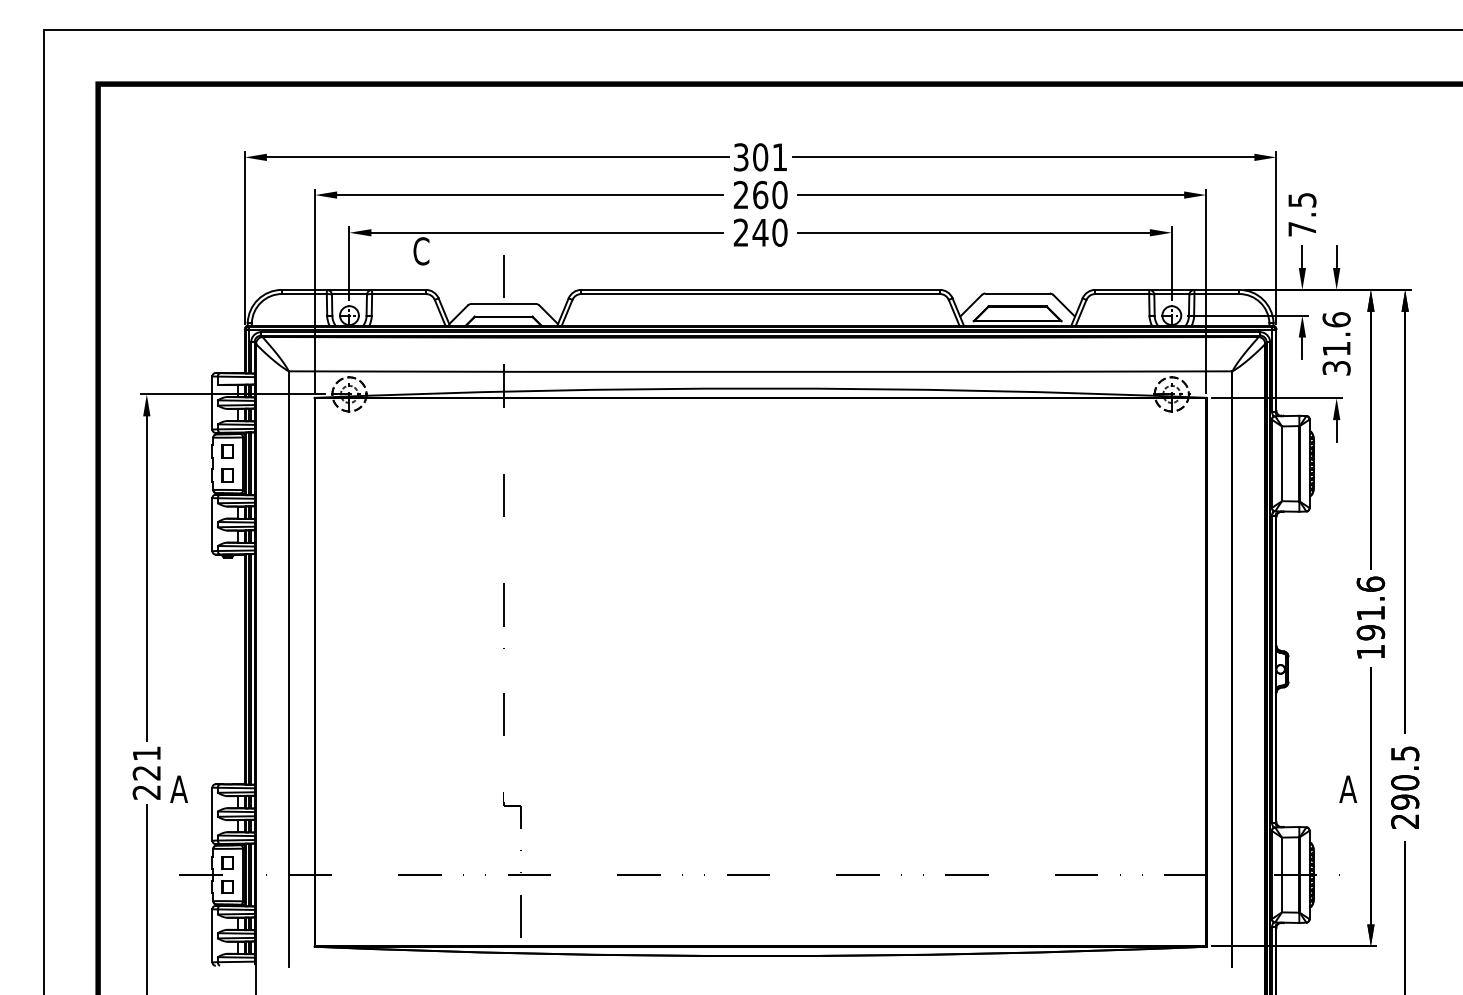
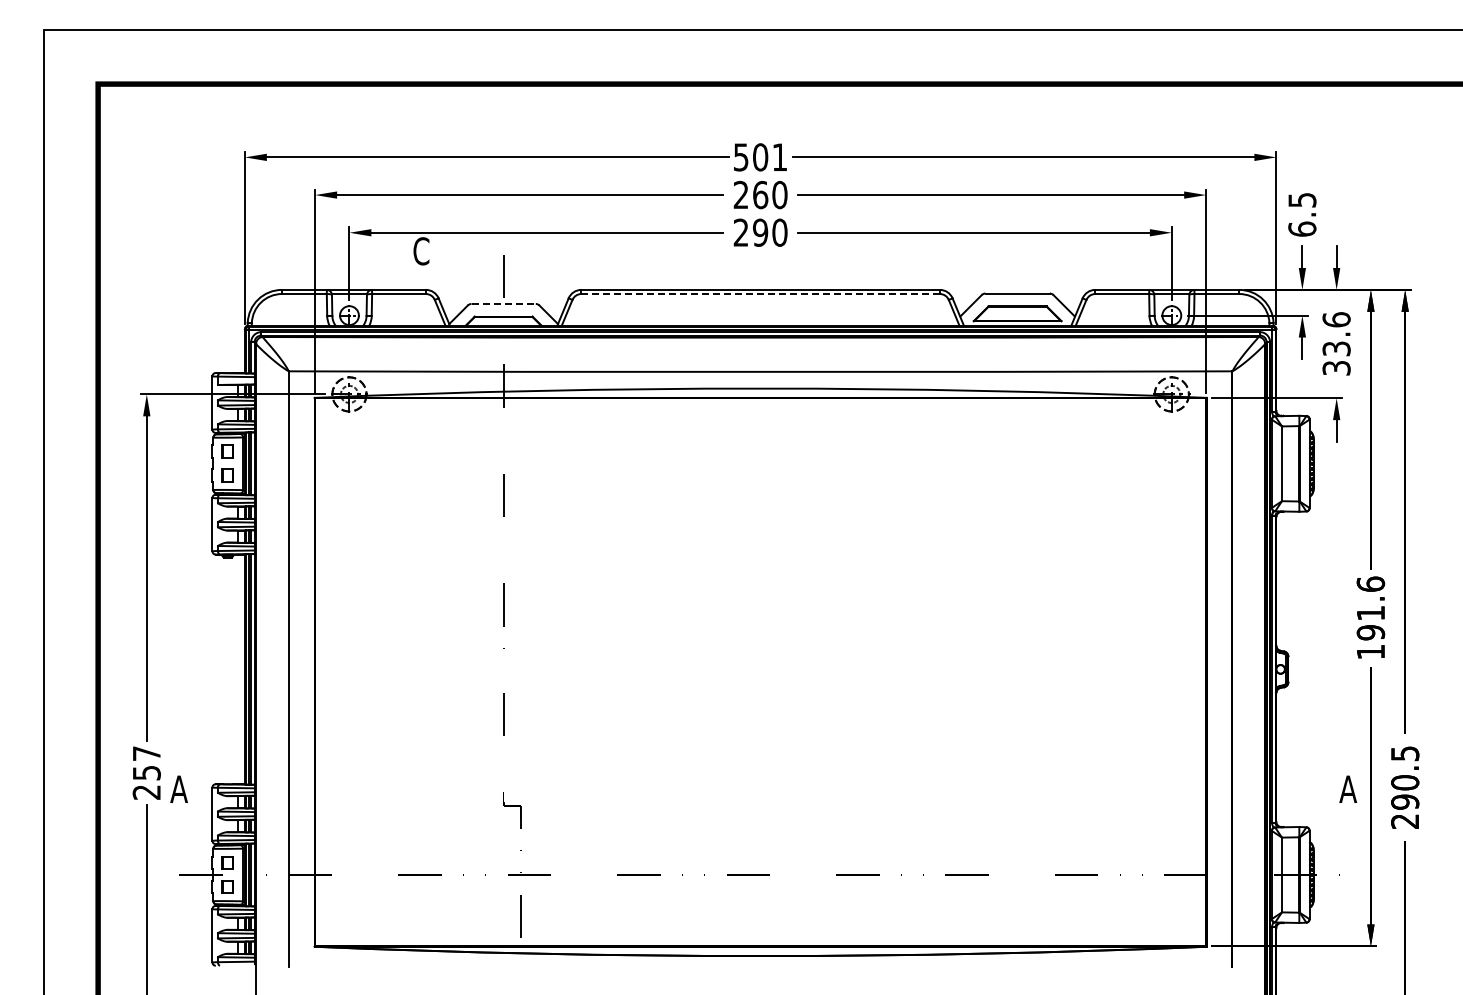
text at (741, 156): 301 -> 501
text at (1302, 228): 7.5 -> 6.5
text at (760, 232): 240 -> 290
line at (761, 294): solid -> dashed
line at (504, 303): solid -> dashed
text at (1336, 348): 31.6 -> 33.6
text at (146, 763): 221 -> 257
